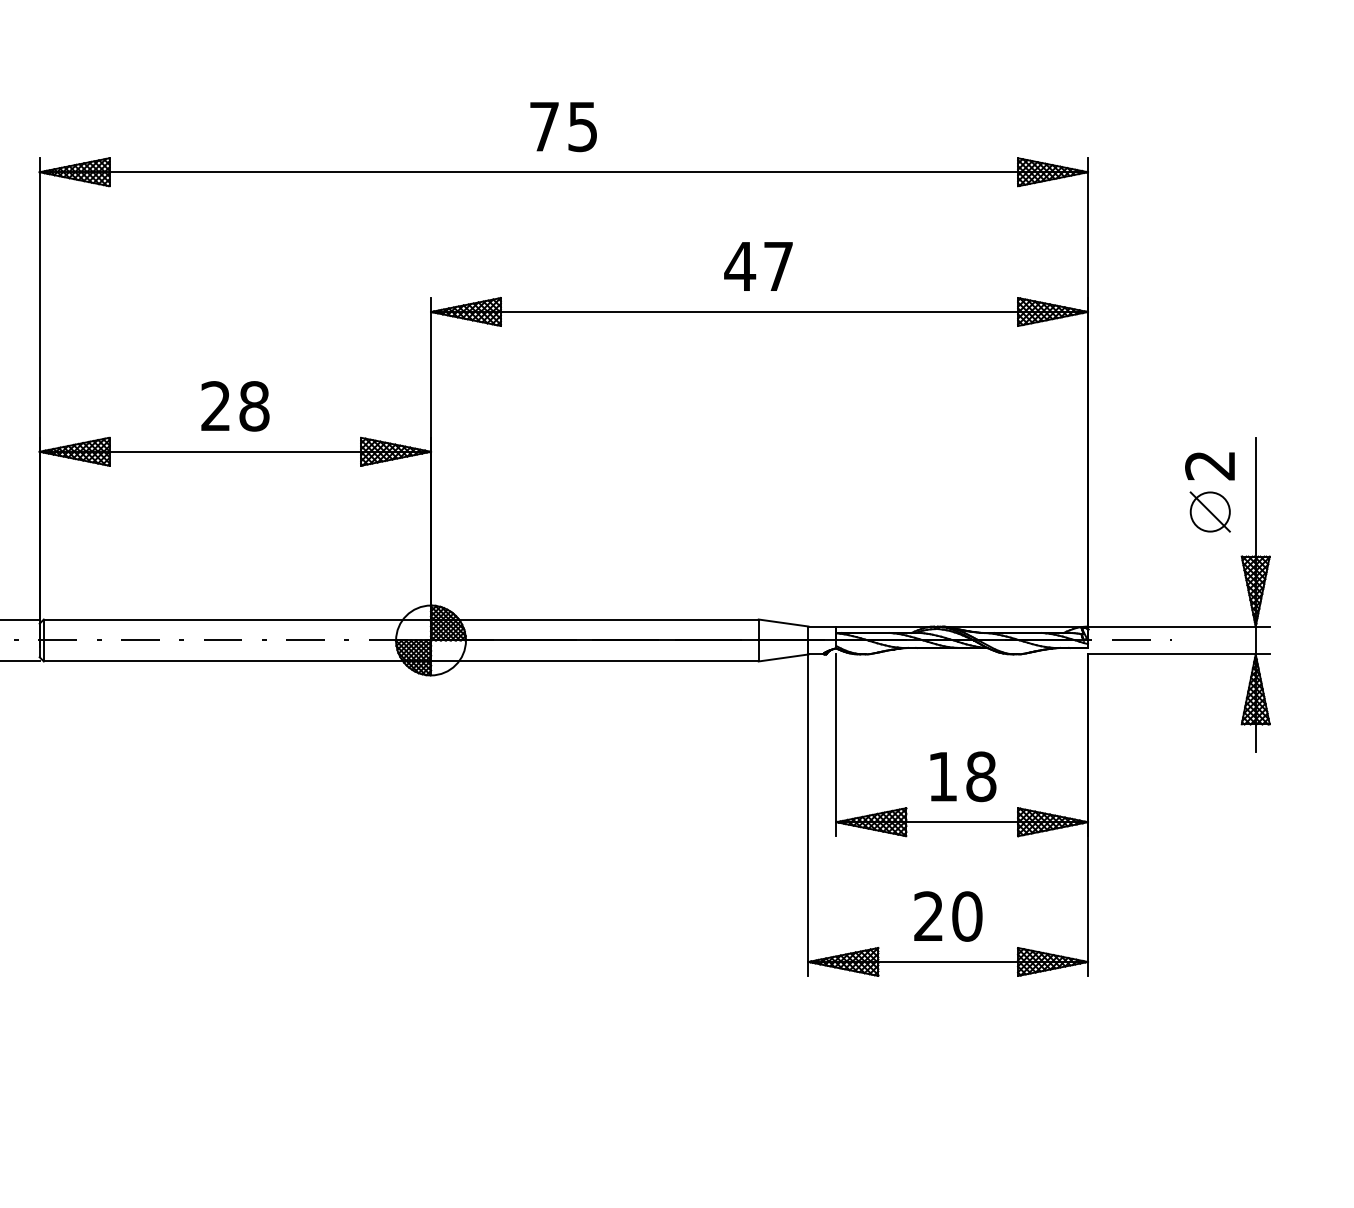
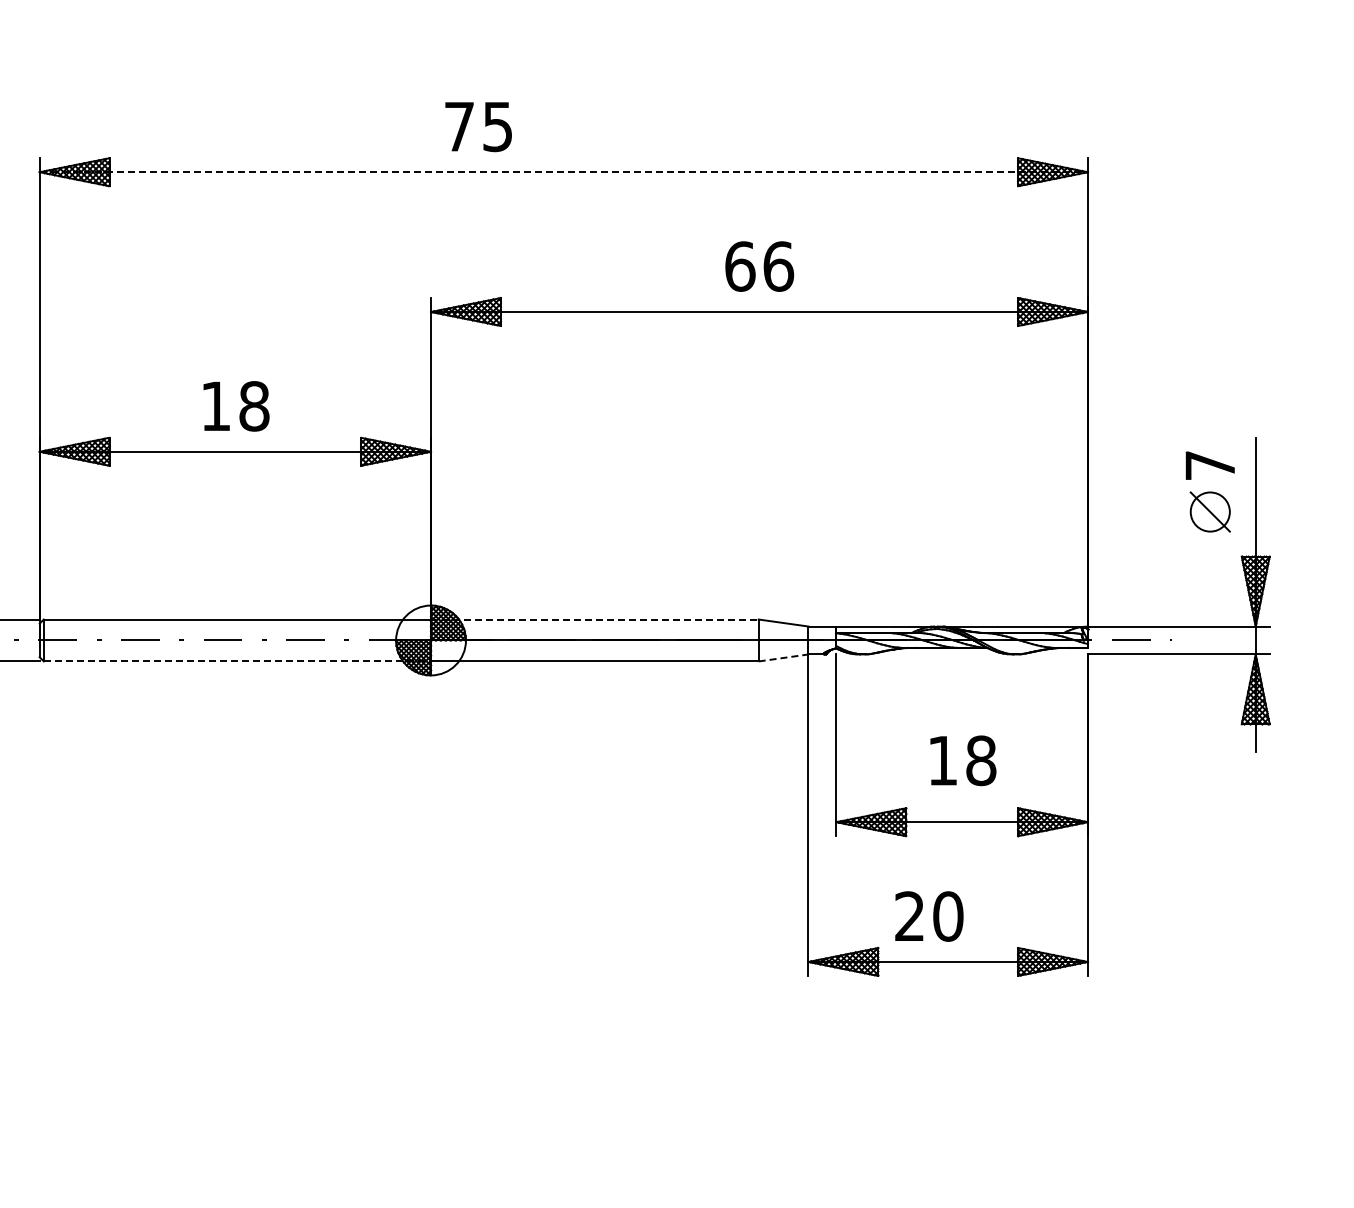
text at (563, 127) position: (563, 127) -> (478, 127)
line at (564, 172): solid -> dashed
text at (759, 266): 47 -> 66
text at (215, 405): 28 -> 18
text at (1209, 465): 2 -> 7
line at (594, 619): solid -> dashed
line at (784, 657): solid -> dashed
line at (237, 661): solid -> dashed
text at (963, 776) position: (963, 776) -> (963, 760)
text at (948, 916) position: (948, 916) -> (929, 916)
